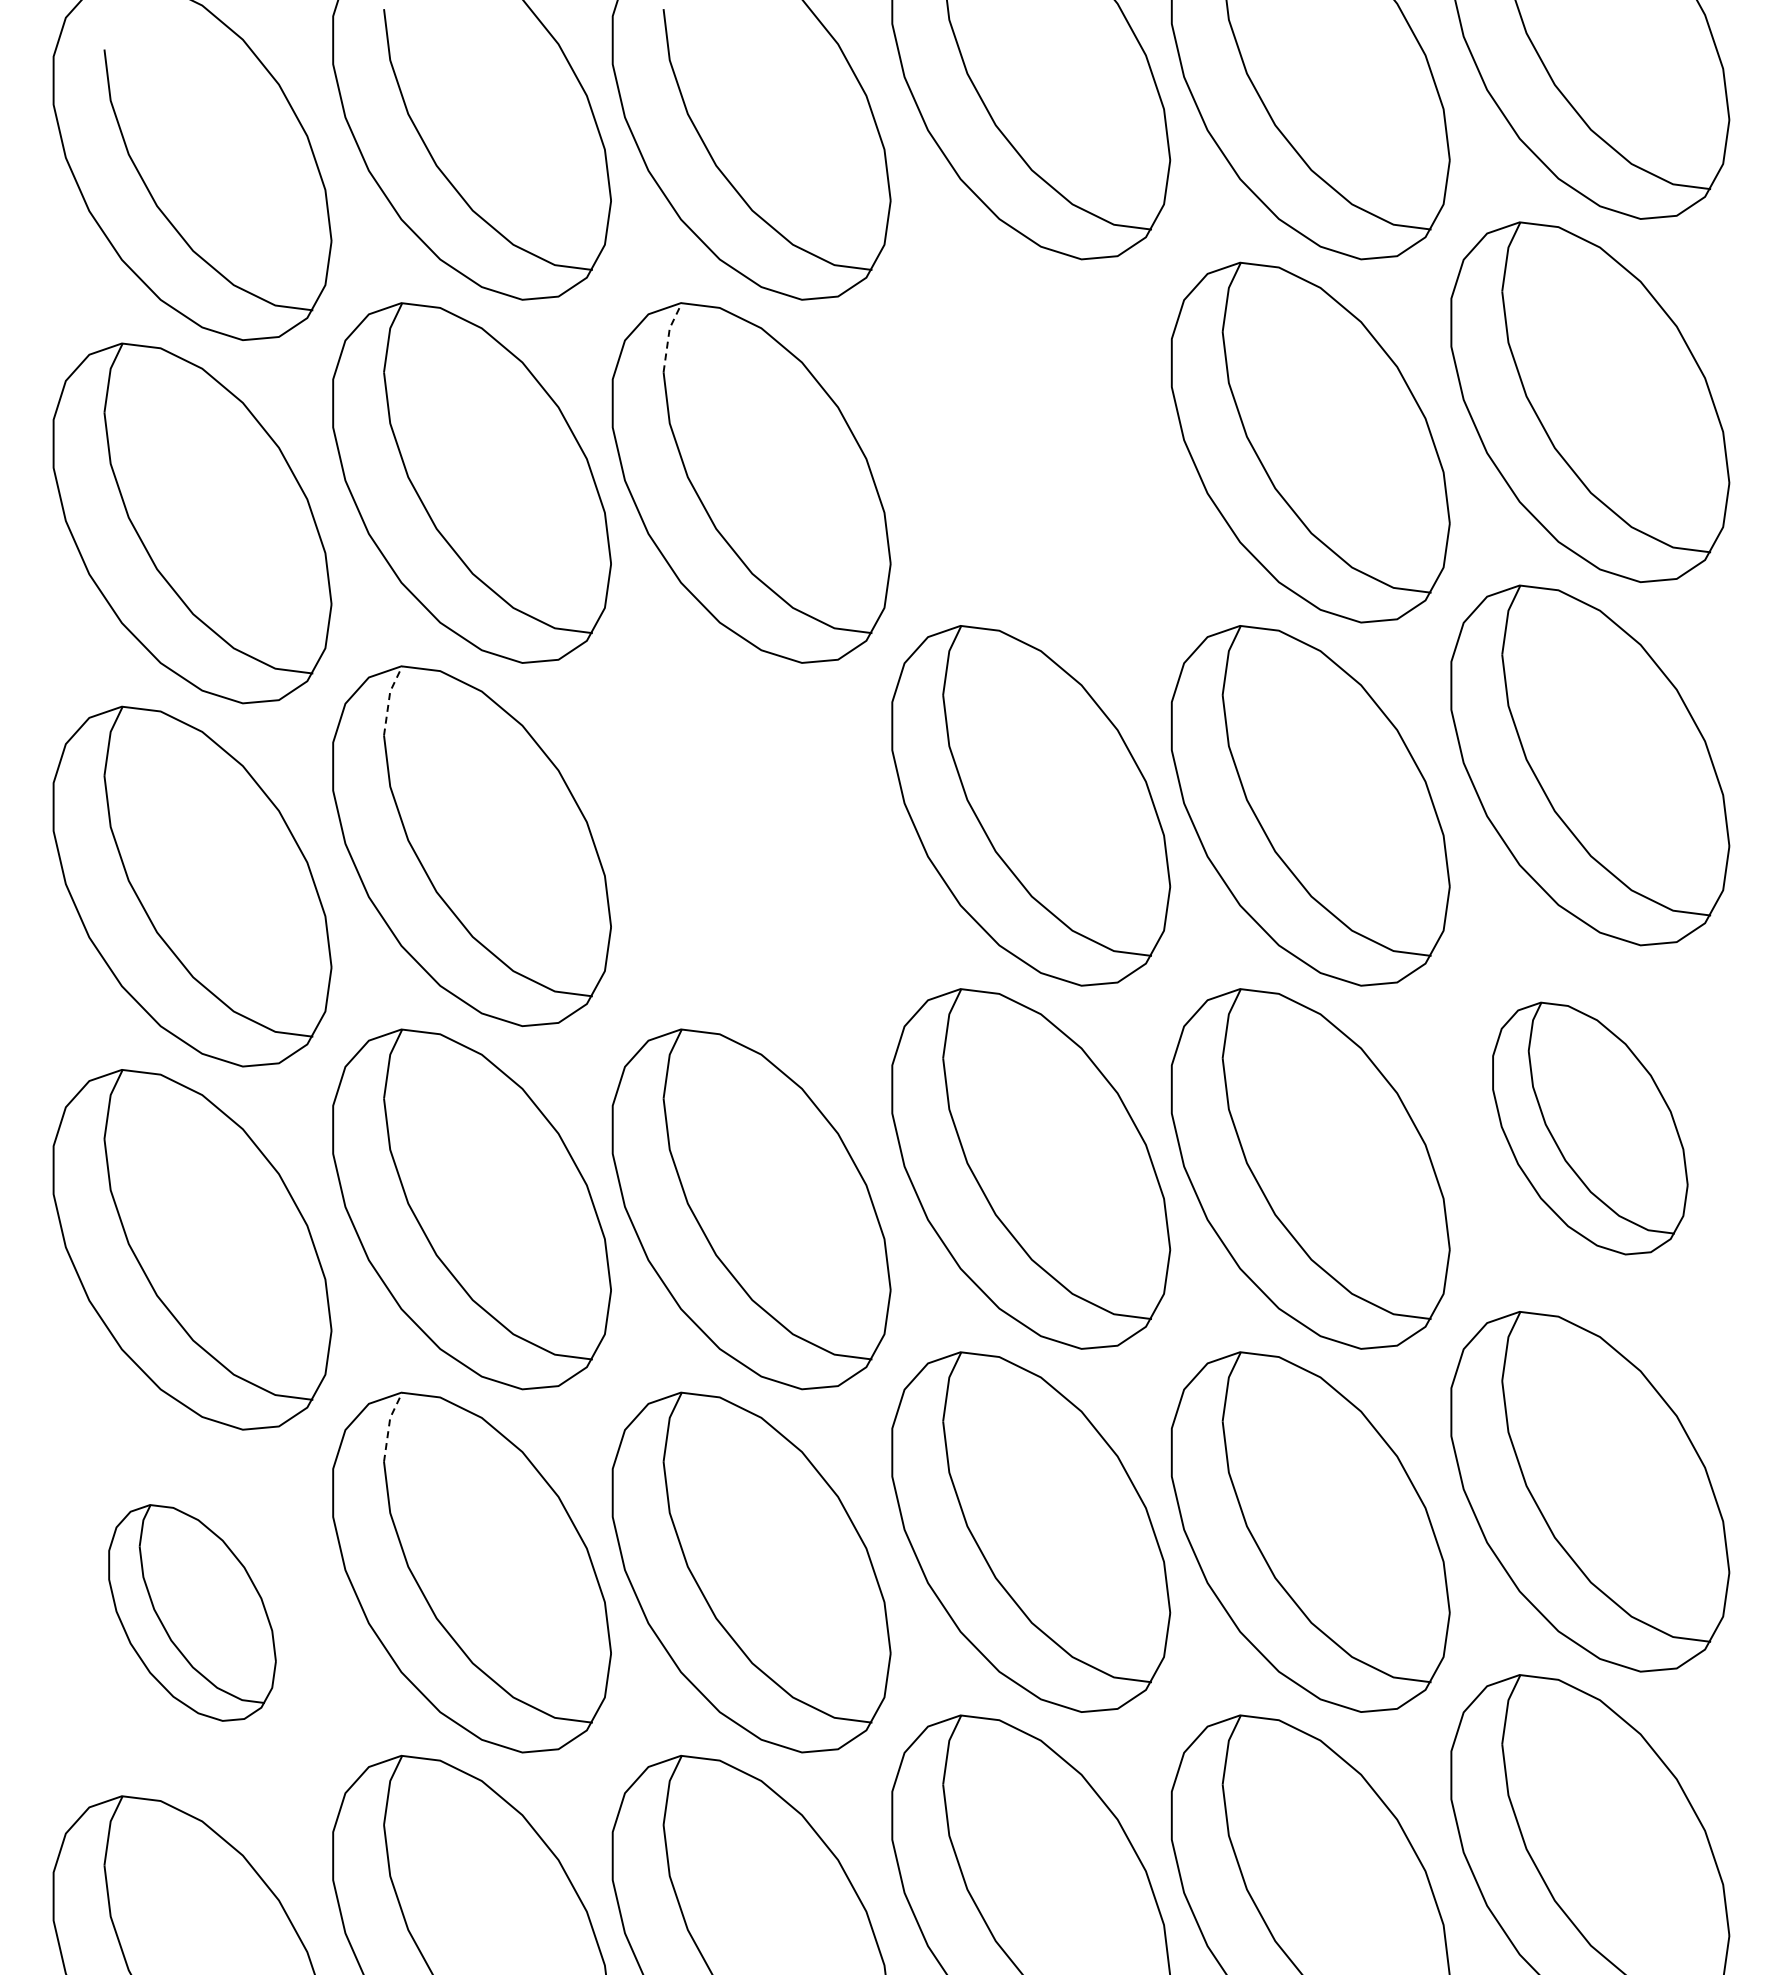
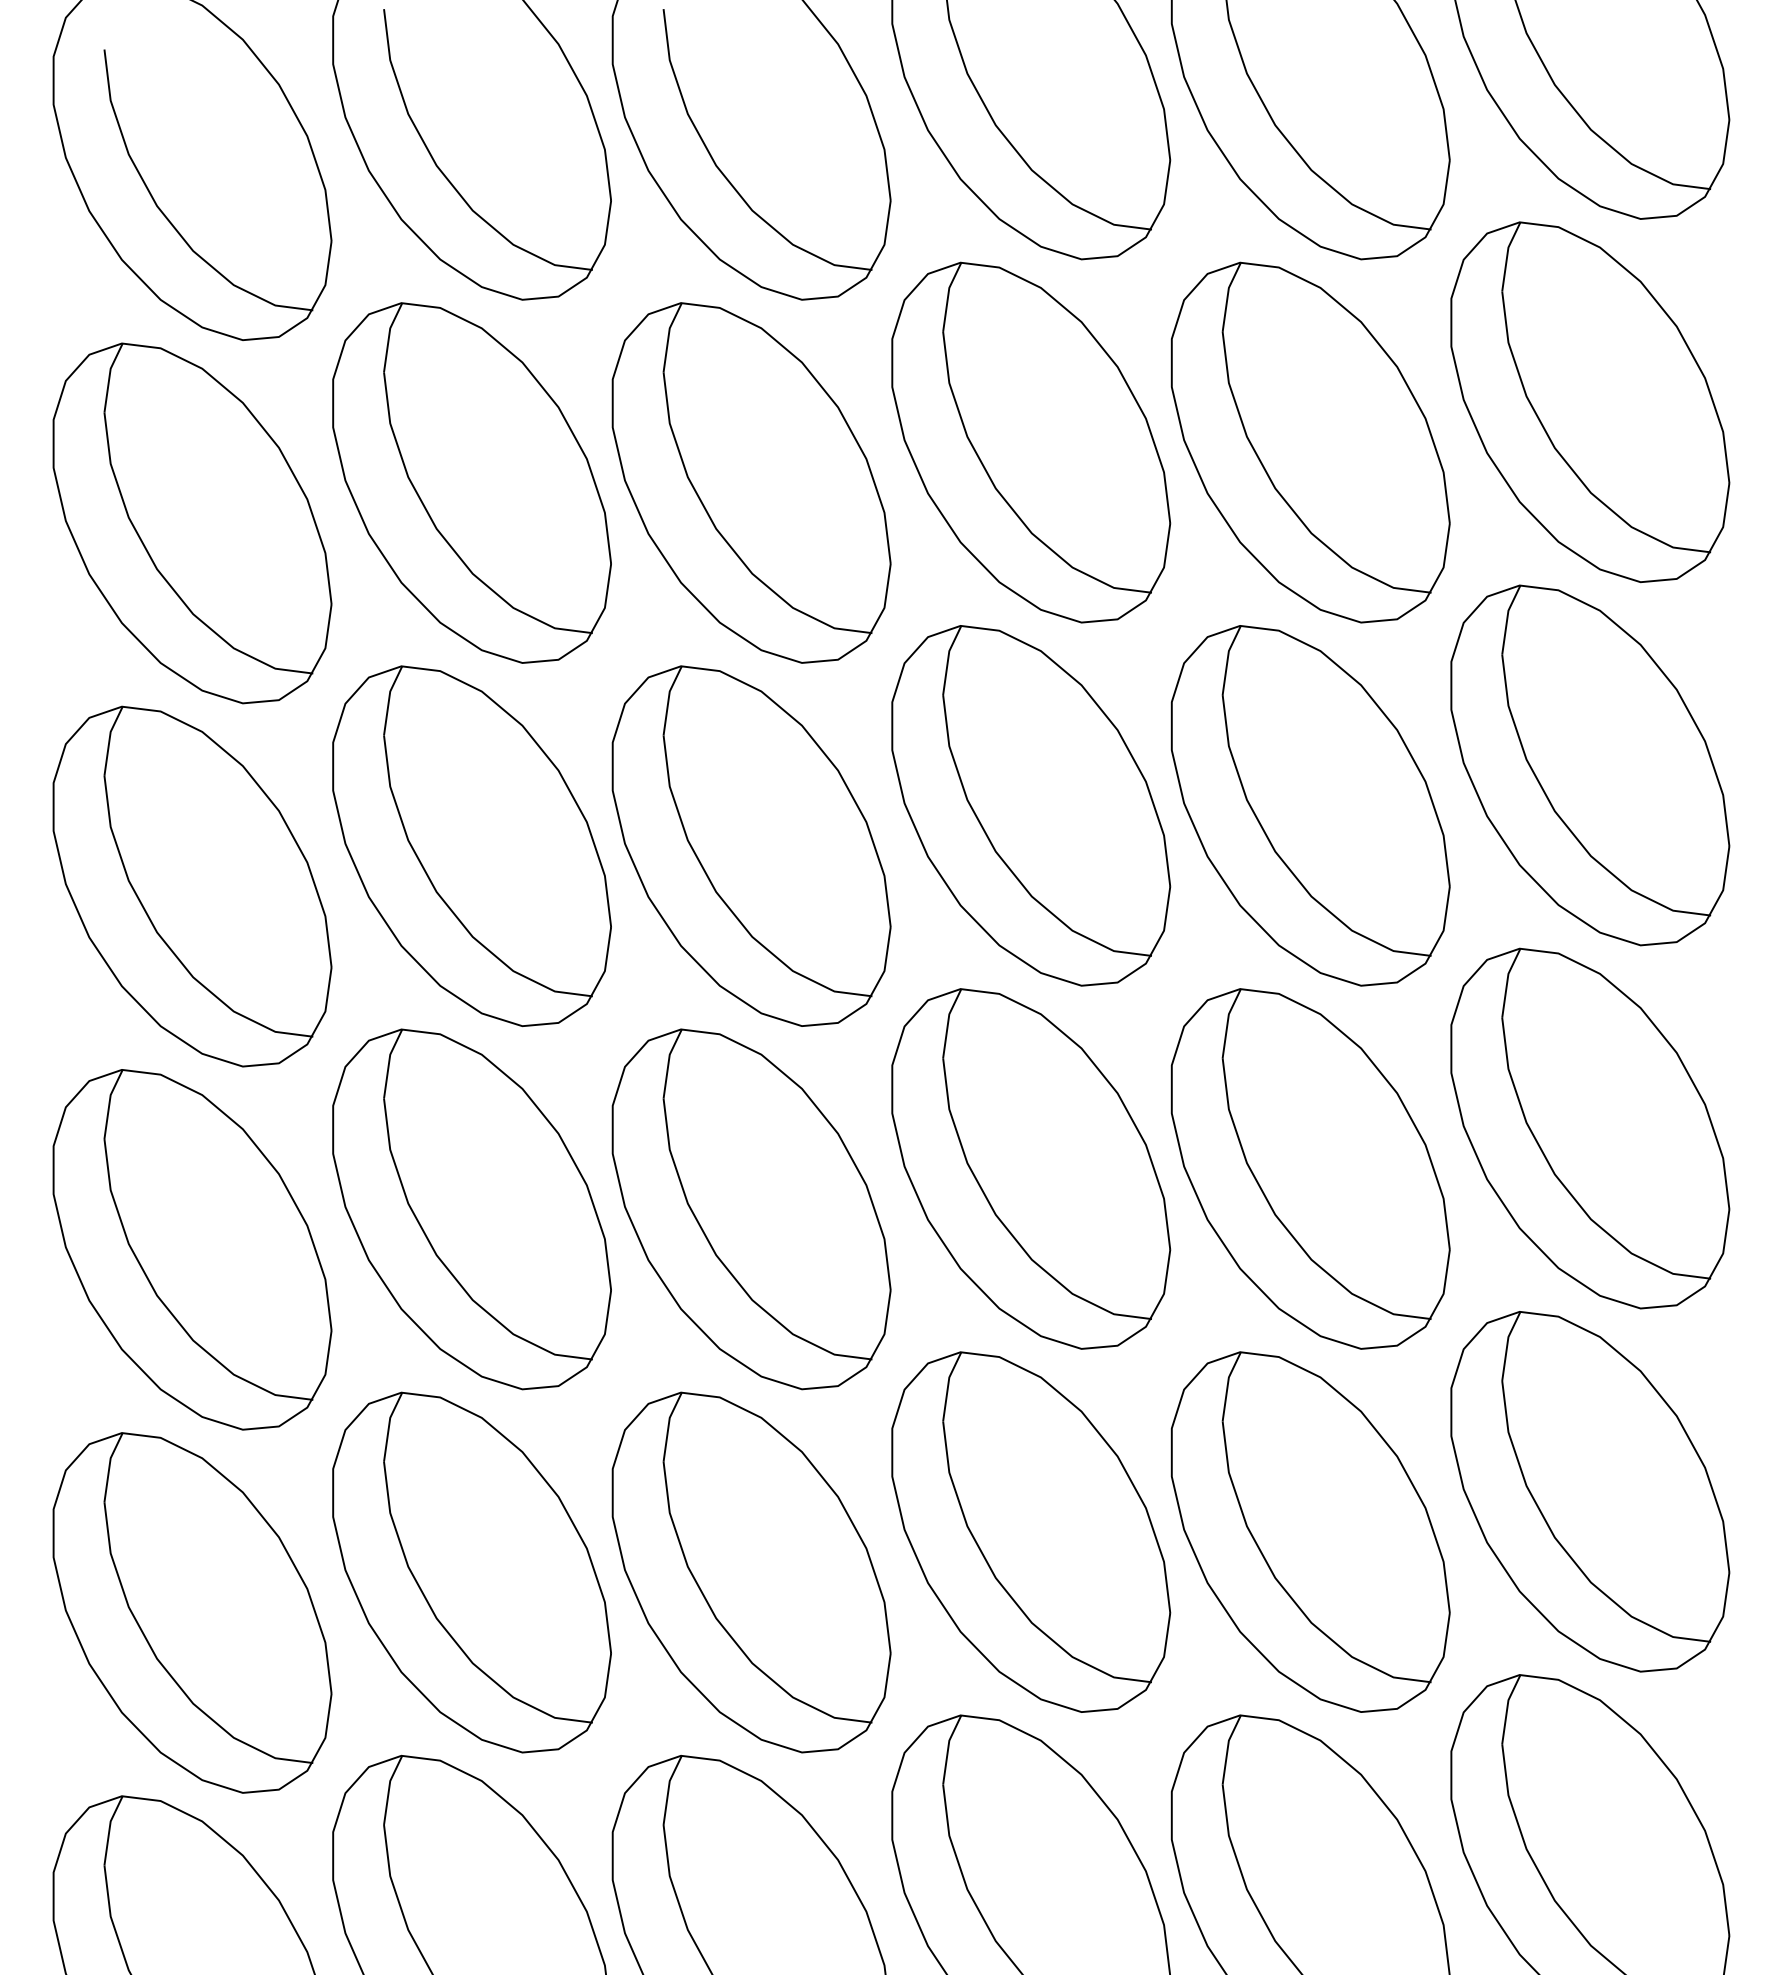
line at (668, 335): dashed -> solid
part at (1031, 442): none -> present
line at (389, 698): dashed -> solid
part at (751, 845): none -> present
part at (1590, 1128) size: 197x255 px -> 281x363 px
line at (389, 1425): dashed -> solid
part at (192, 1612) size: 169x218 px -> 281x362 px
